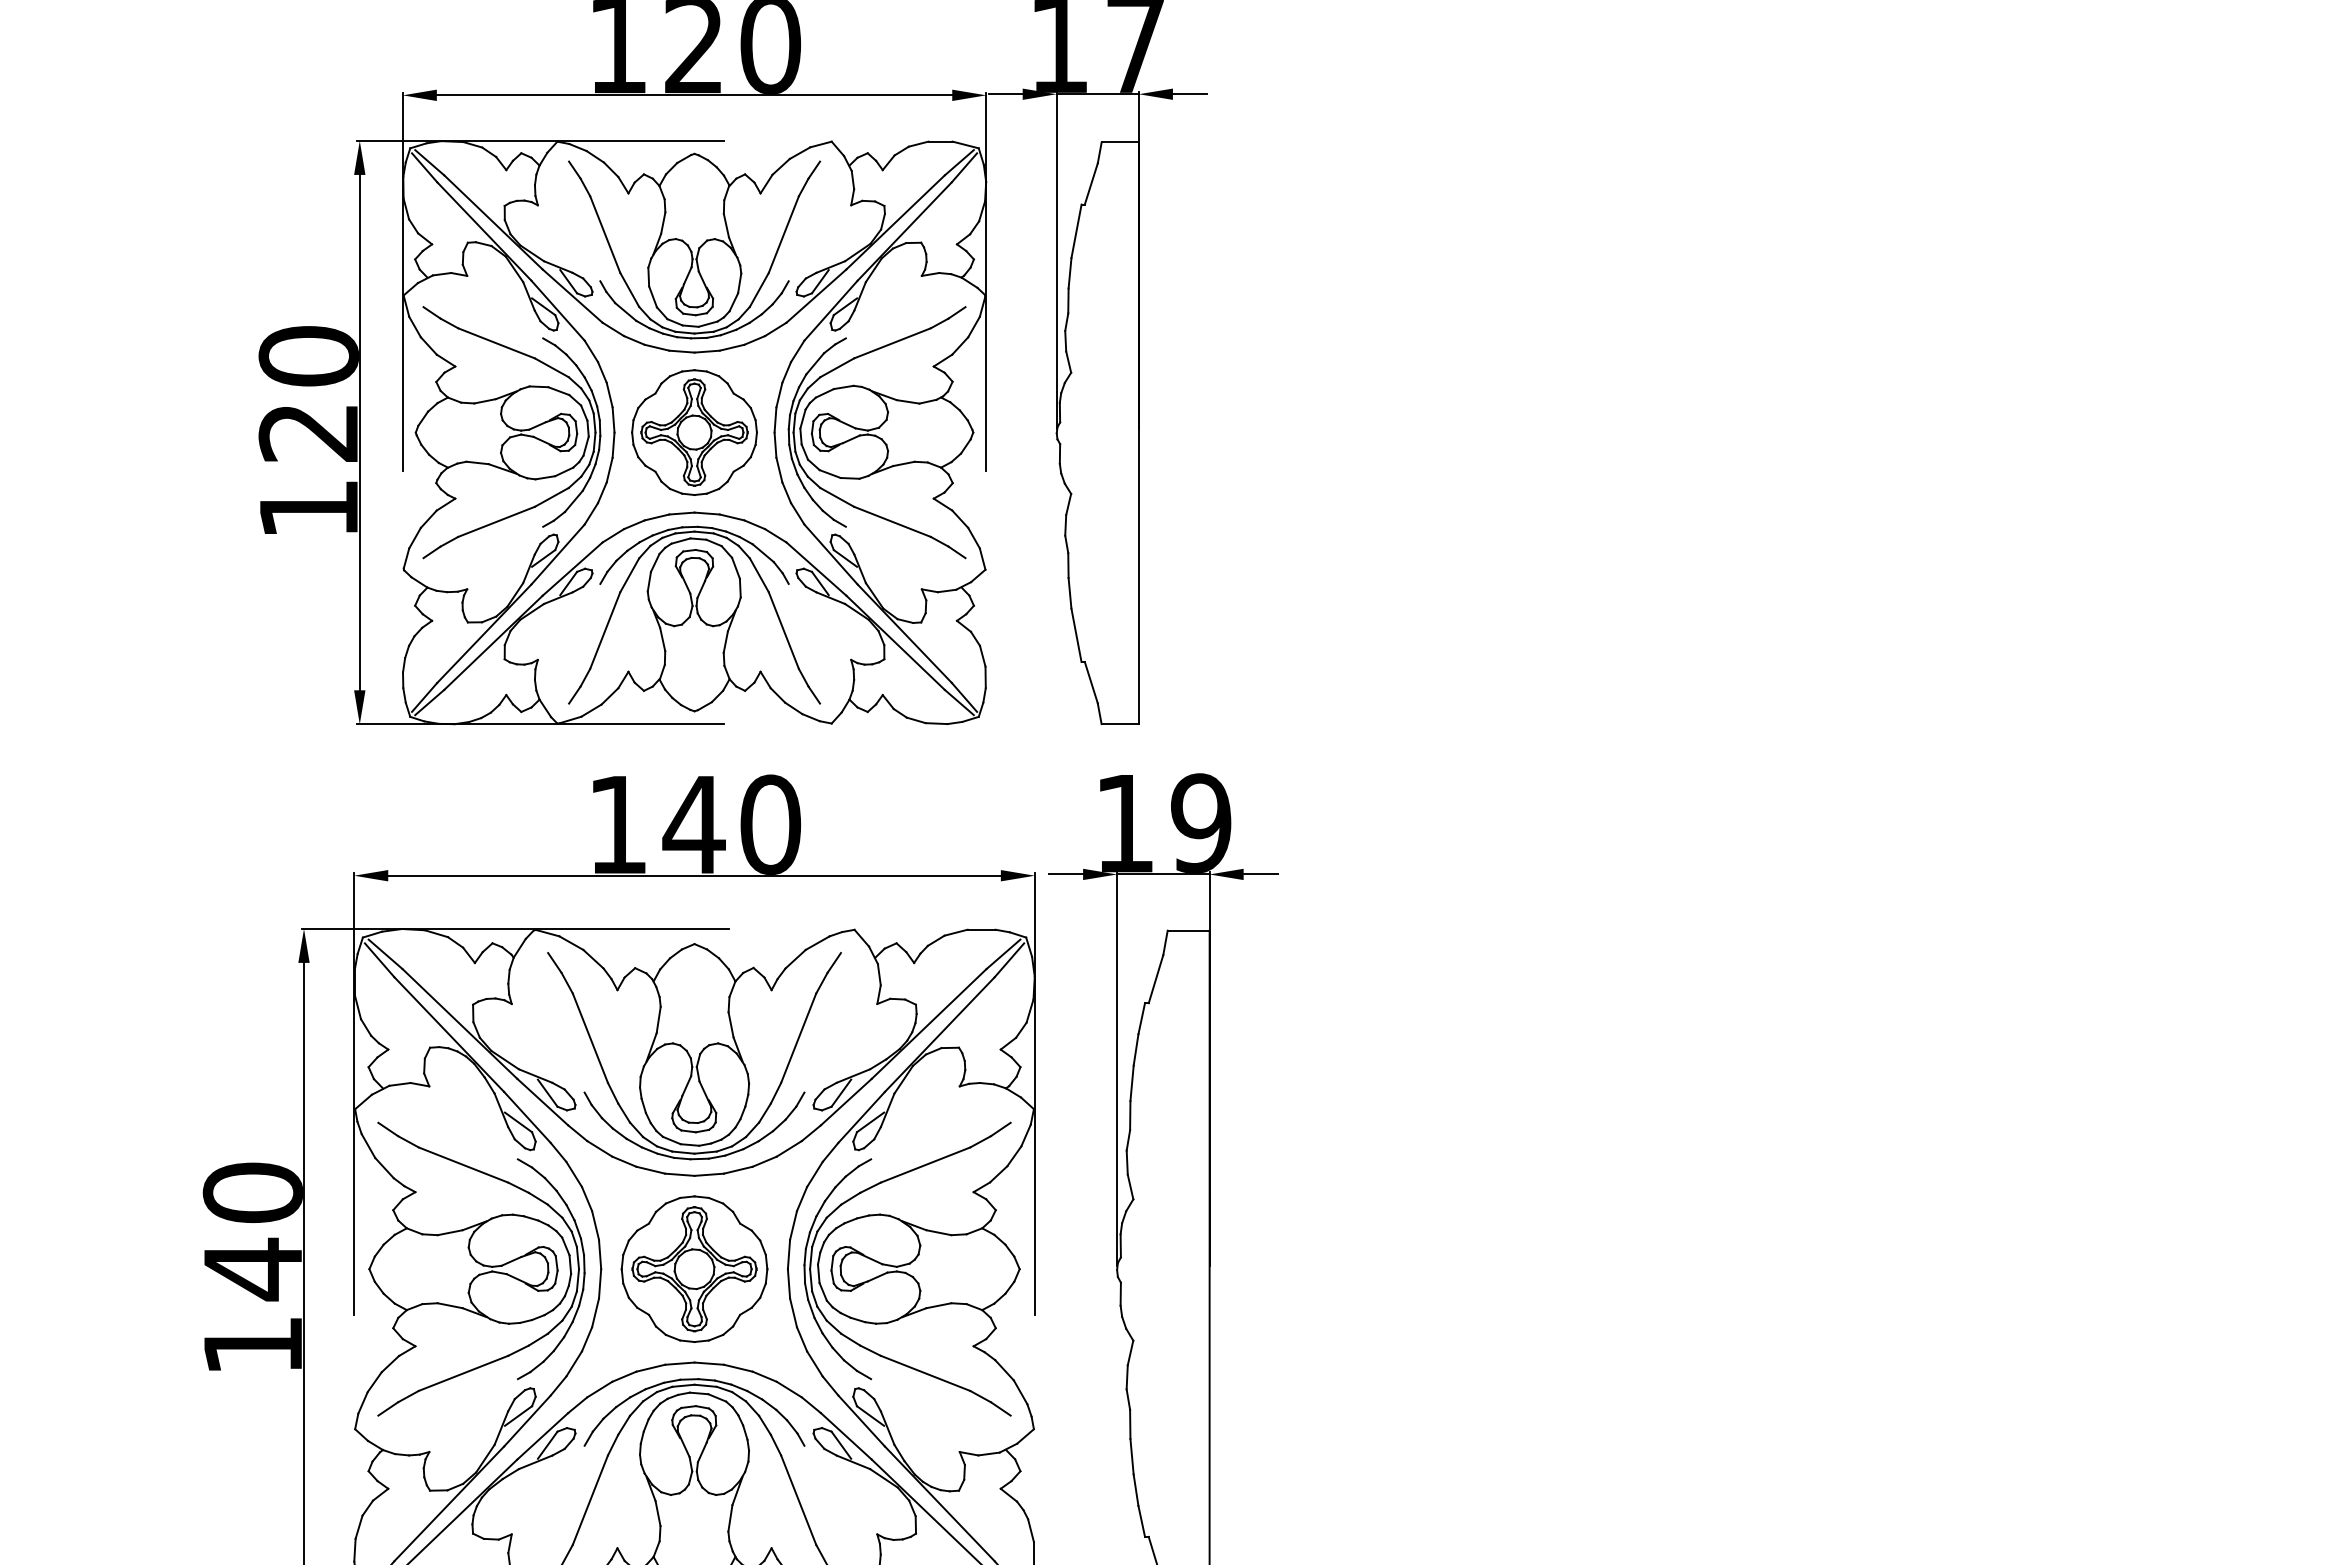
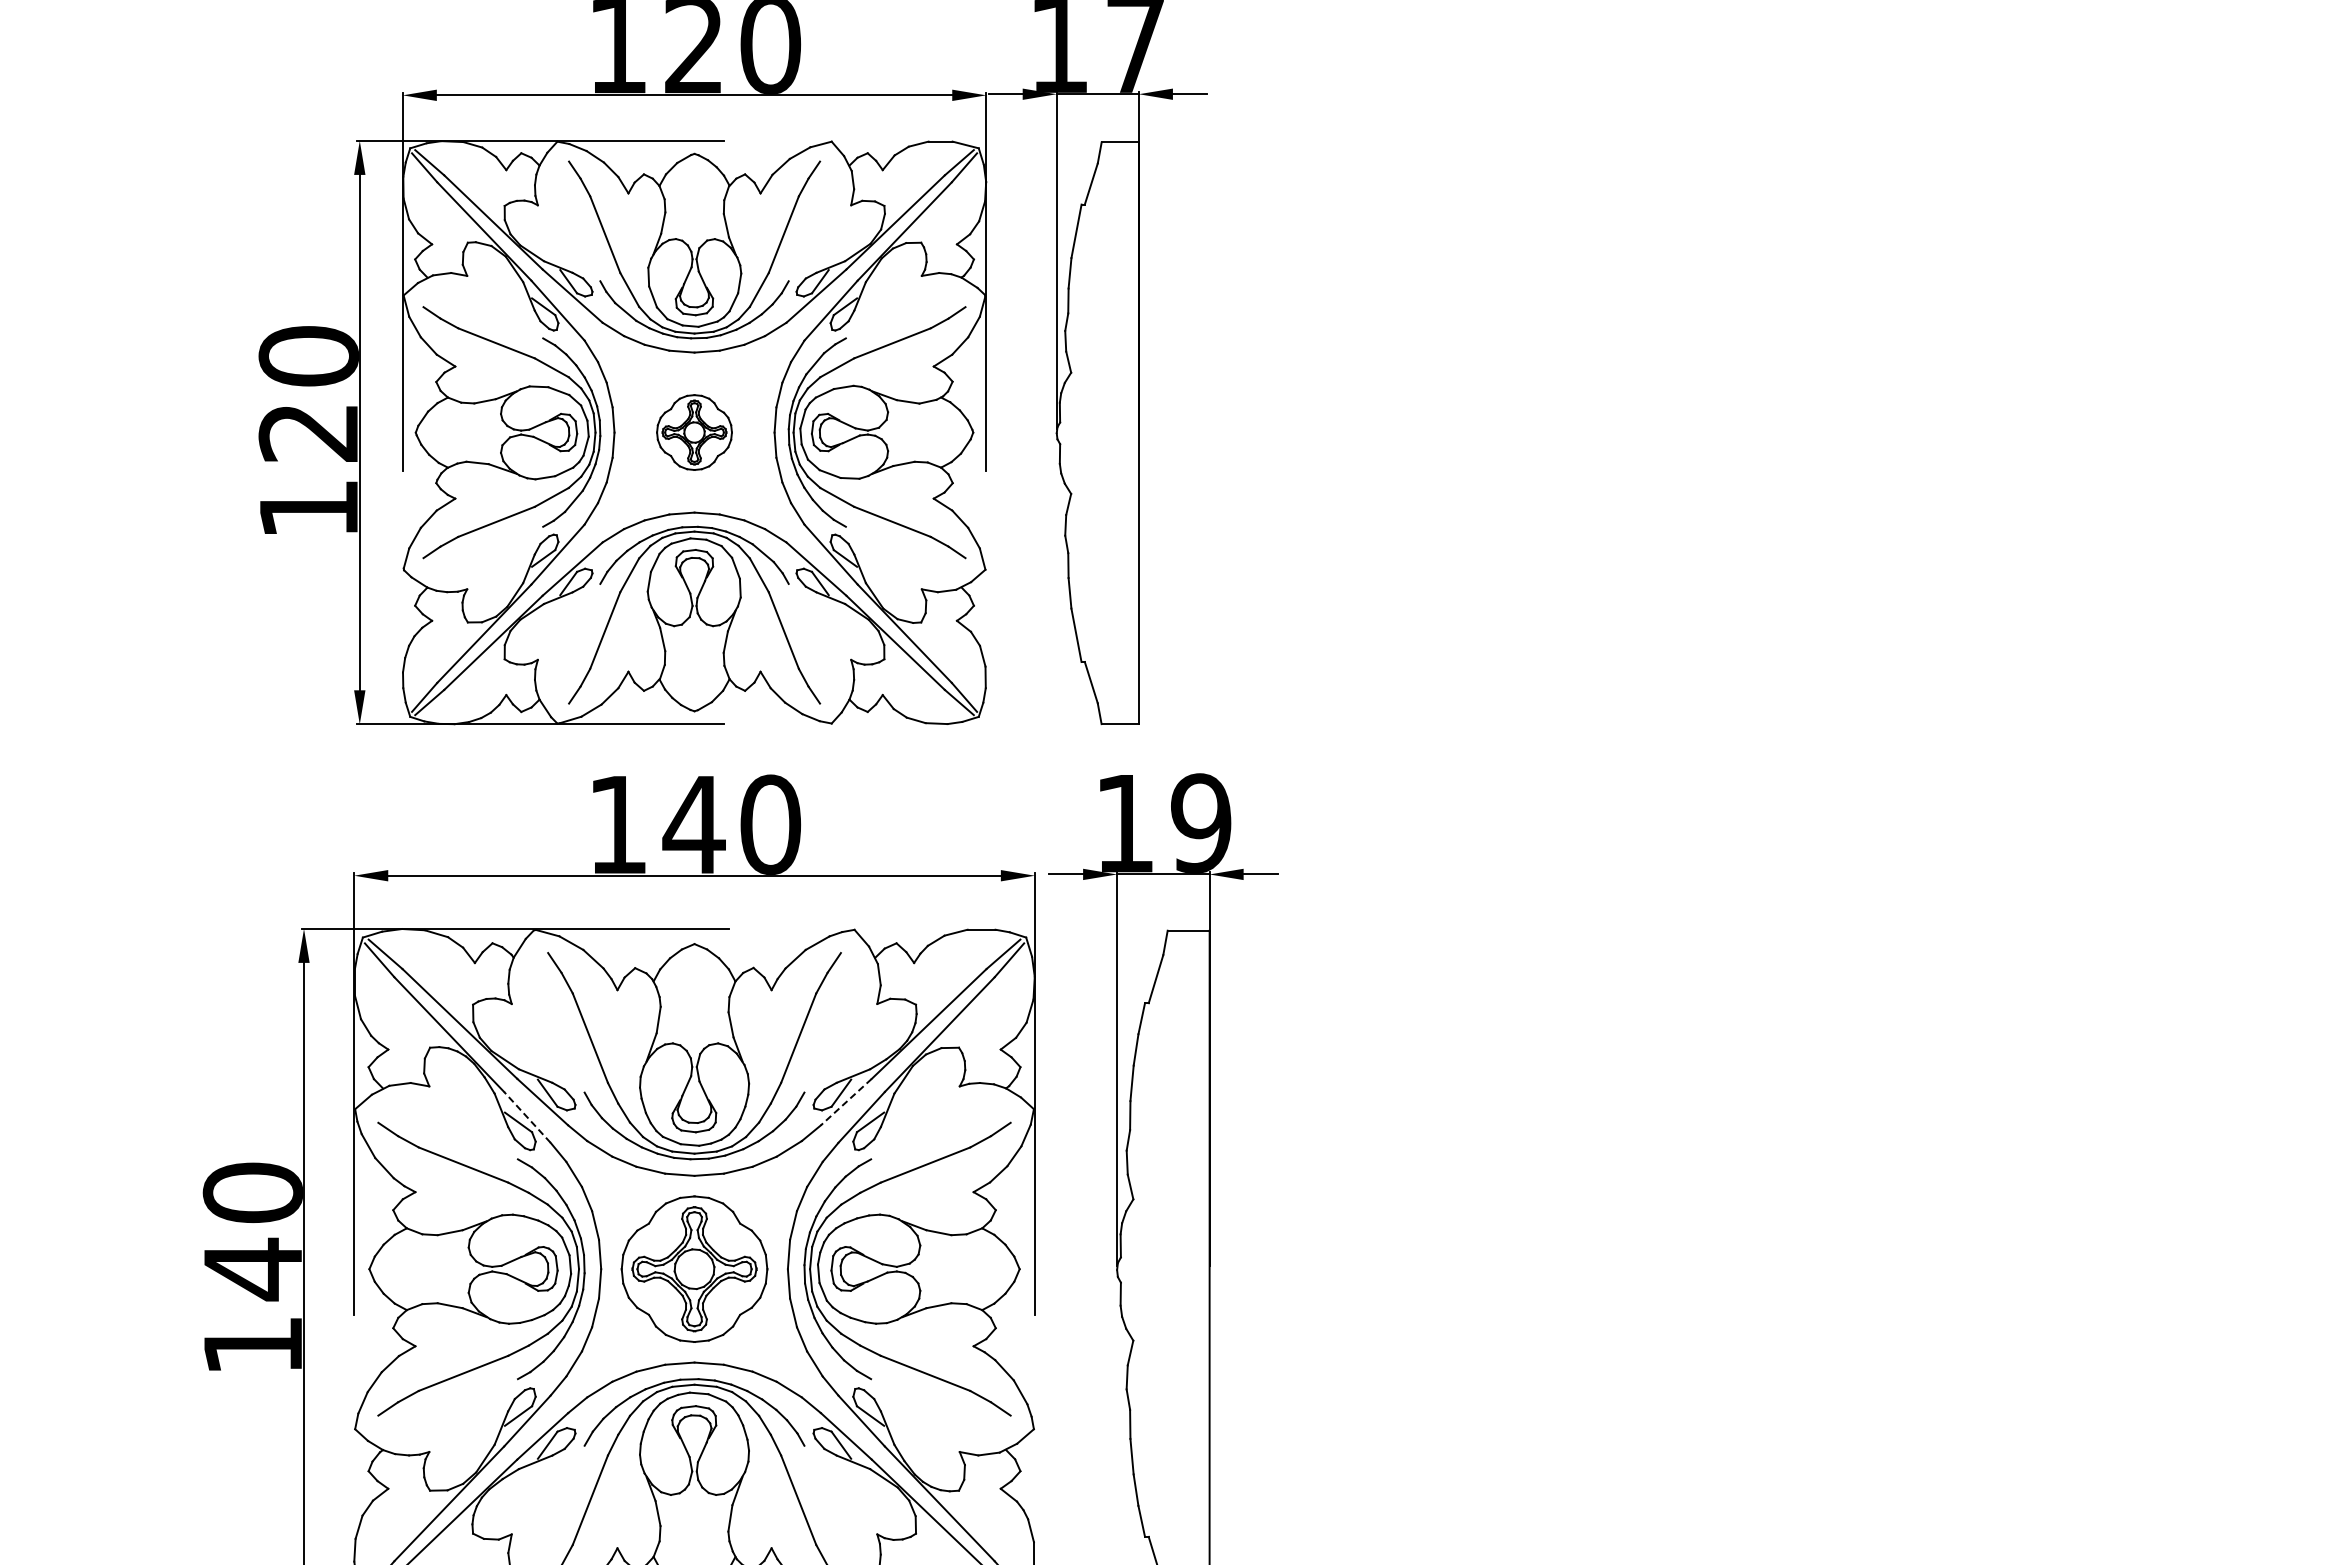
part at (694, 432) size: 127x127 px -> 77x77 px
line at (845, 1102): solid -> dashed
line at (527, 1117): solid -> dashed
